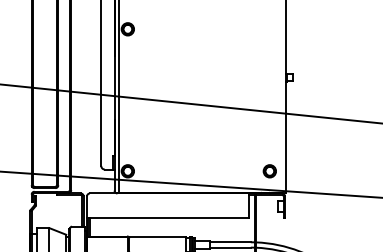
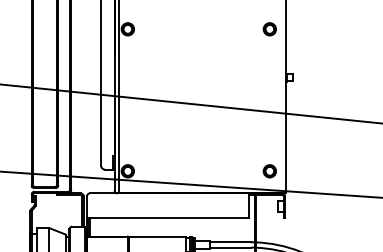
part at (269, 29): none -> present
